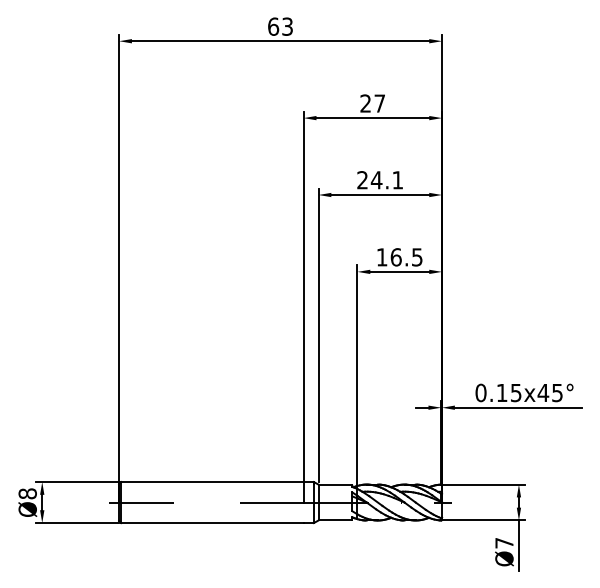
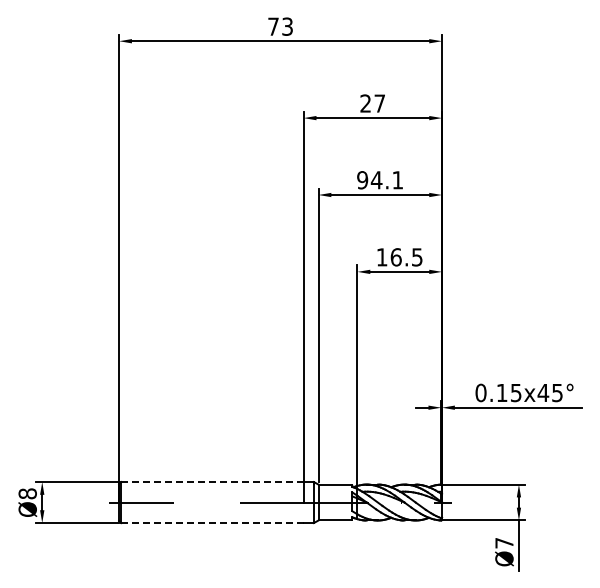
text at (273, 26): 63 -> 73
text at (362, 180): 24.1 -> 94.1
line at (211, 482): solid -> dashed
line at (211, 523): solid -> dashed
